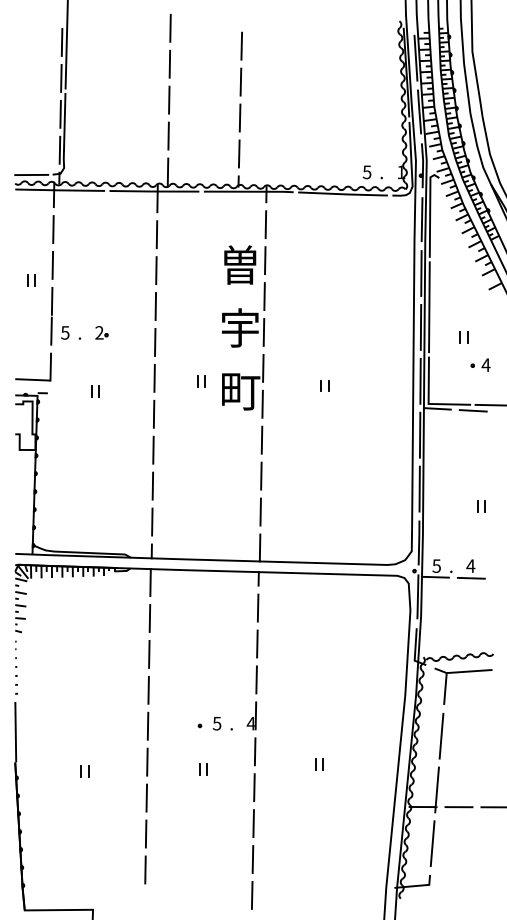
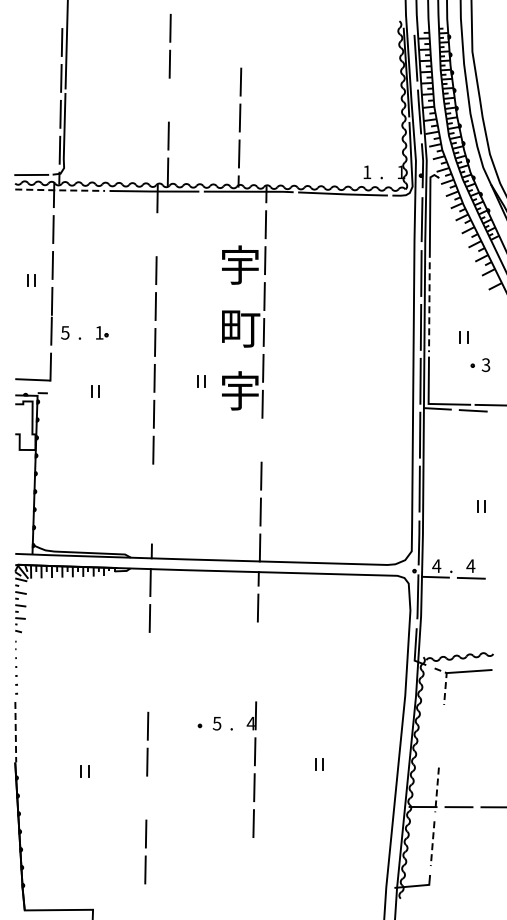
line at (241, 45): present -> none
line at (169, 99): present -> none
text at (366, 172): 5 -> 1
line at (59, 190): solid -> dashed
line at (156, 234): present -> none
text at (240, 264): 曽 -> 宇
line at (429, 307): solid -> dashed
text at (241, 327): 宇 -> 町
text at (99, 332): 2 -> 1
text at (485, 365): 4 -> 3
part at (324, 385): present -> none
text at (241, 390): 町 -> 宇
line at (261, 439): present -> none
line at (152, 485): present -> none
line at (152, 521): present -> none
text at (436, 566): 5 -> 4
line at (257, 643): present -> none
line at (149, 654): present -> none
line at (256, 679): present -> none
line at (445, 682): solid -> dashed
line at (148, 689): present -> none
line at (15, 732): solid -> dashed
line at (441, 735): present -> none
part at (203, 769): present -> none
line at (437, 790): solid -> dashed
line at (146, 797): present -> none
line at (432, 844): solid -> dashed
line at (252, 859): present -> none
line at (251, 894): present -> none
